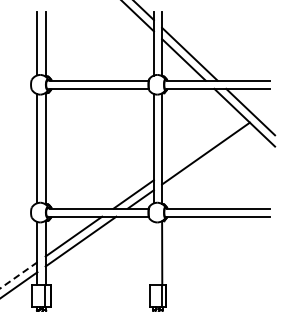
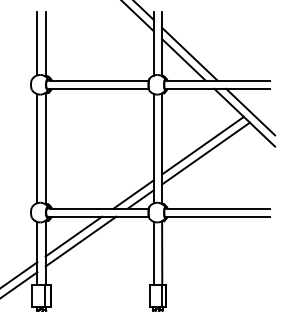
line at (202, 145): none -> present
line at (153, 253): none -> present
line at (18, 275): dashed -> solid
